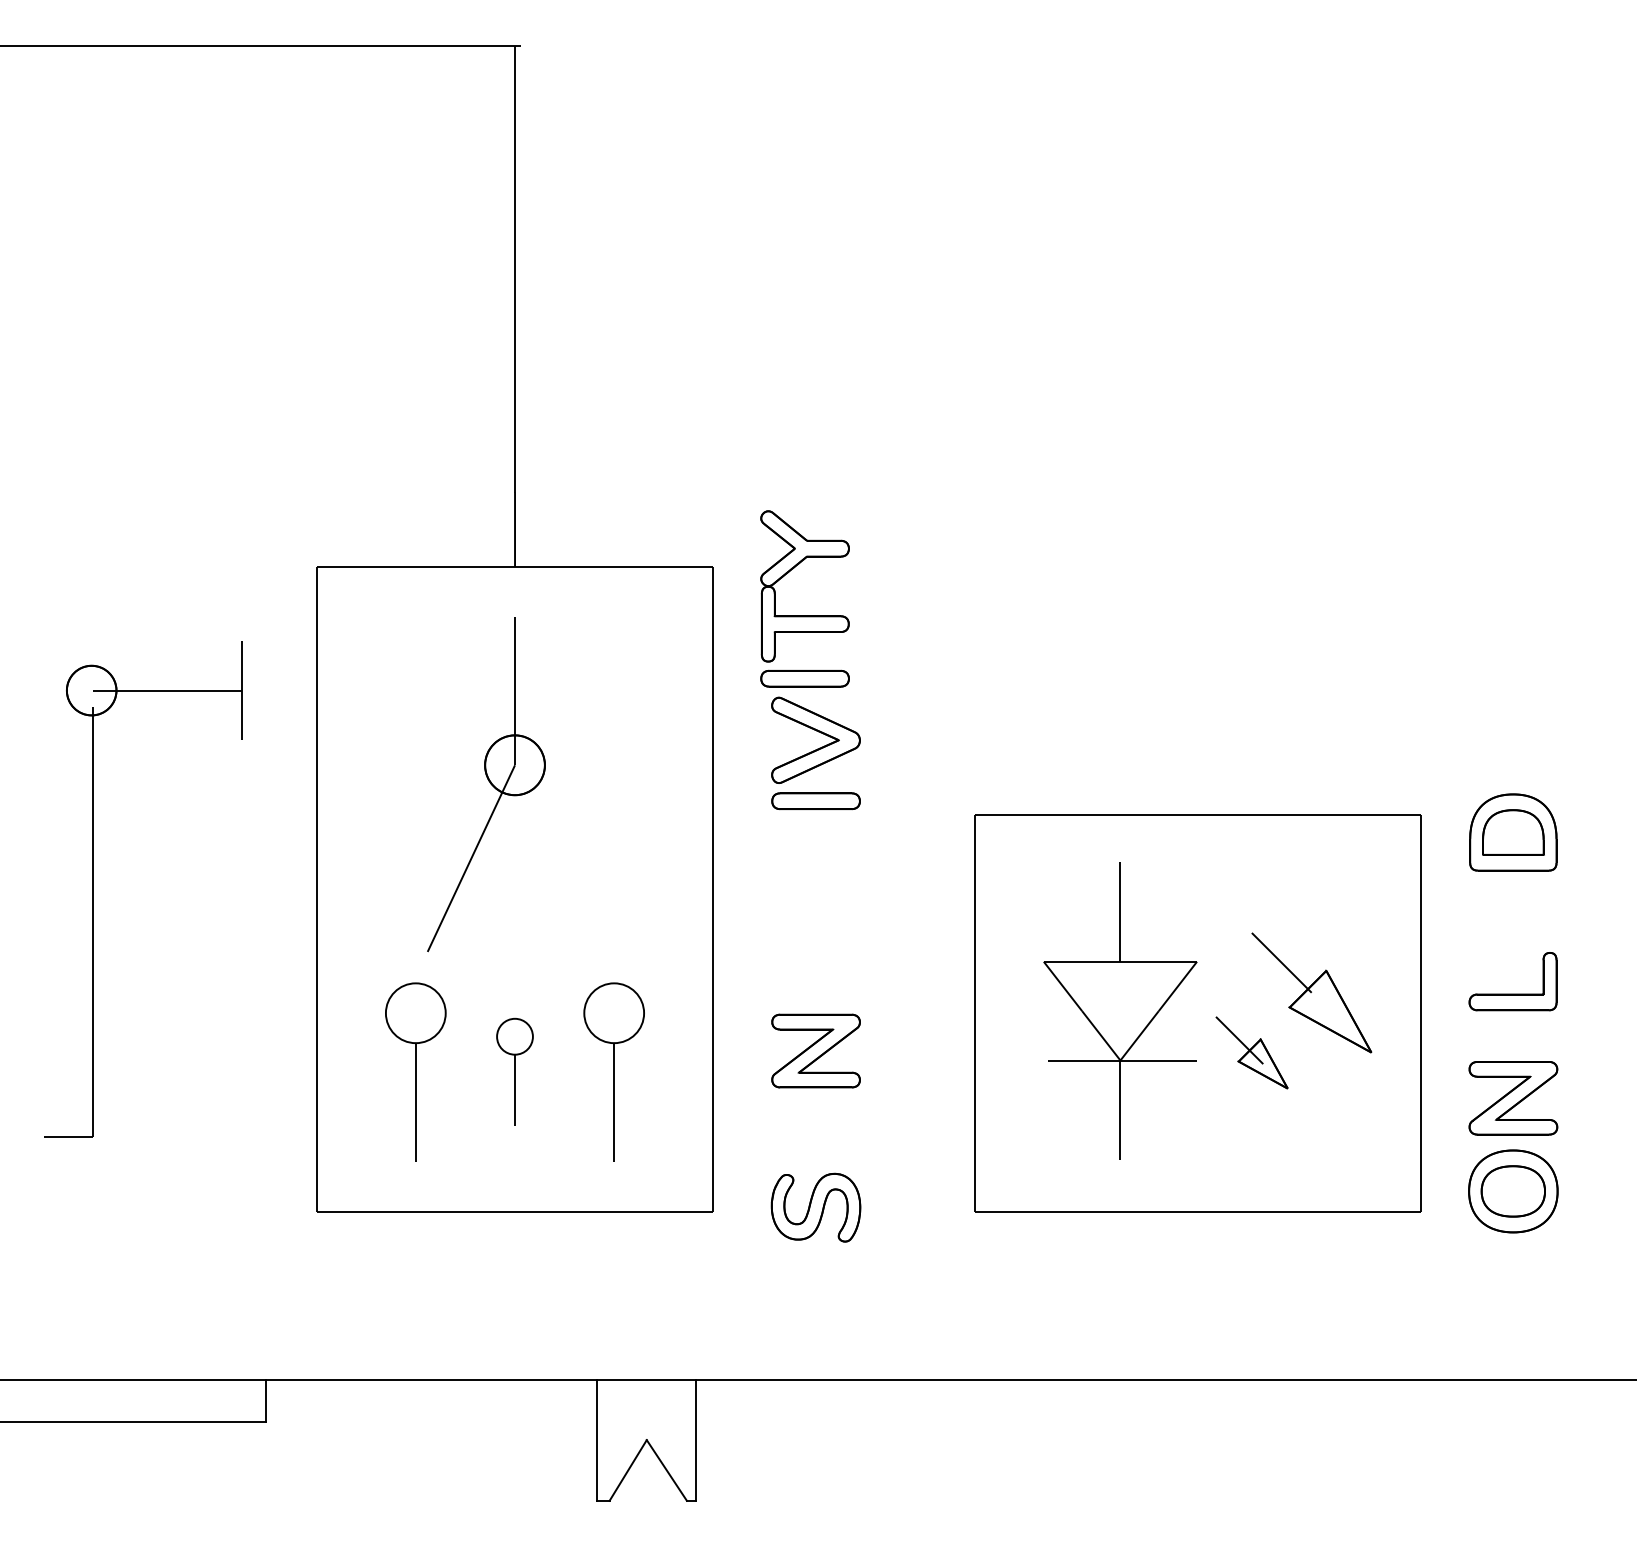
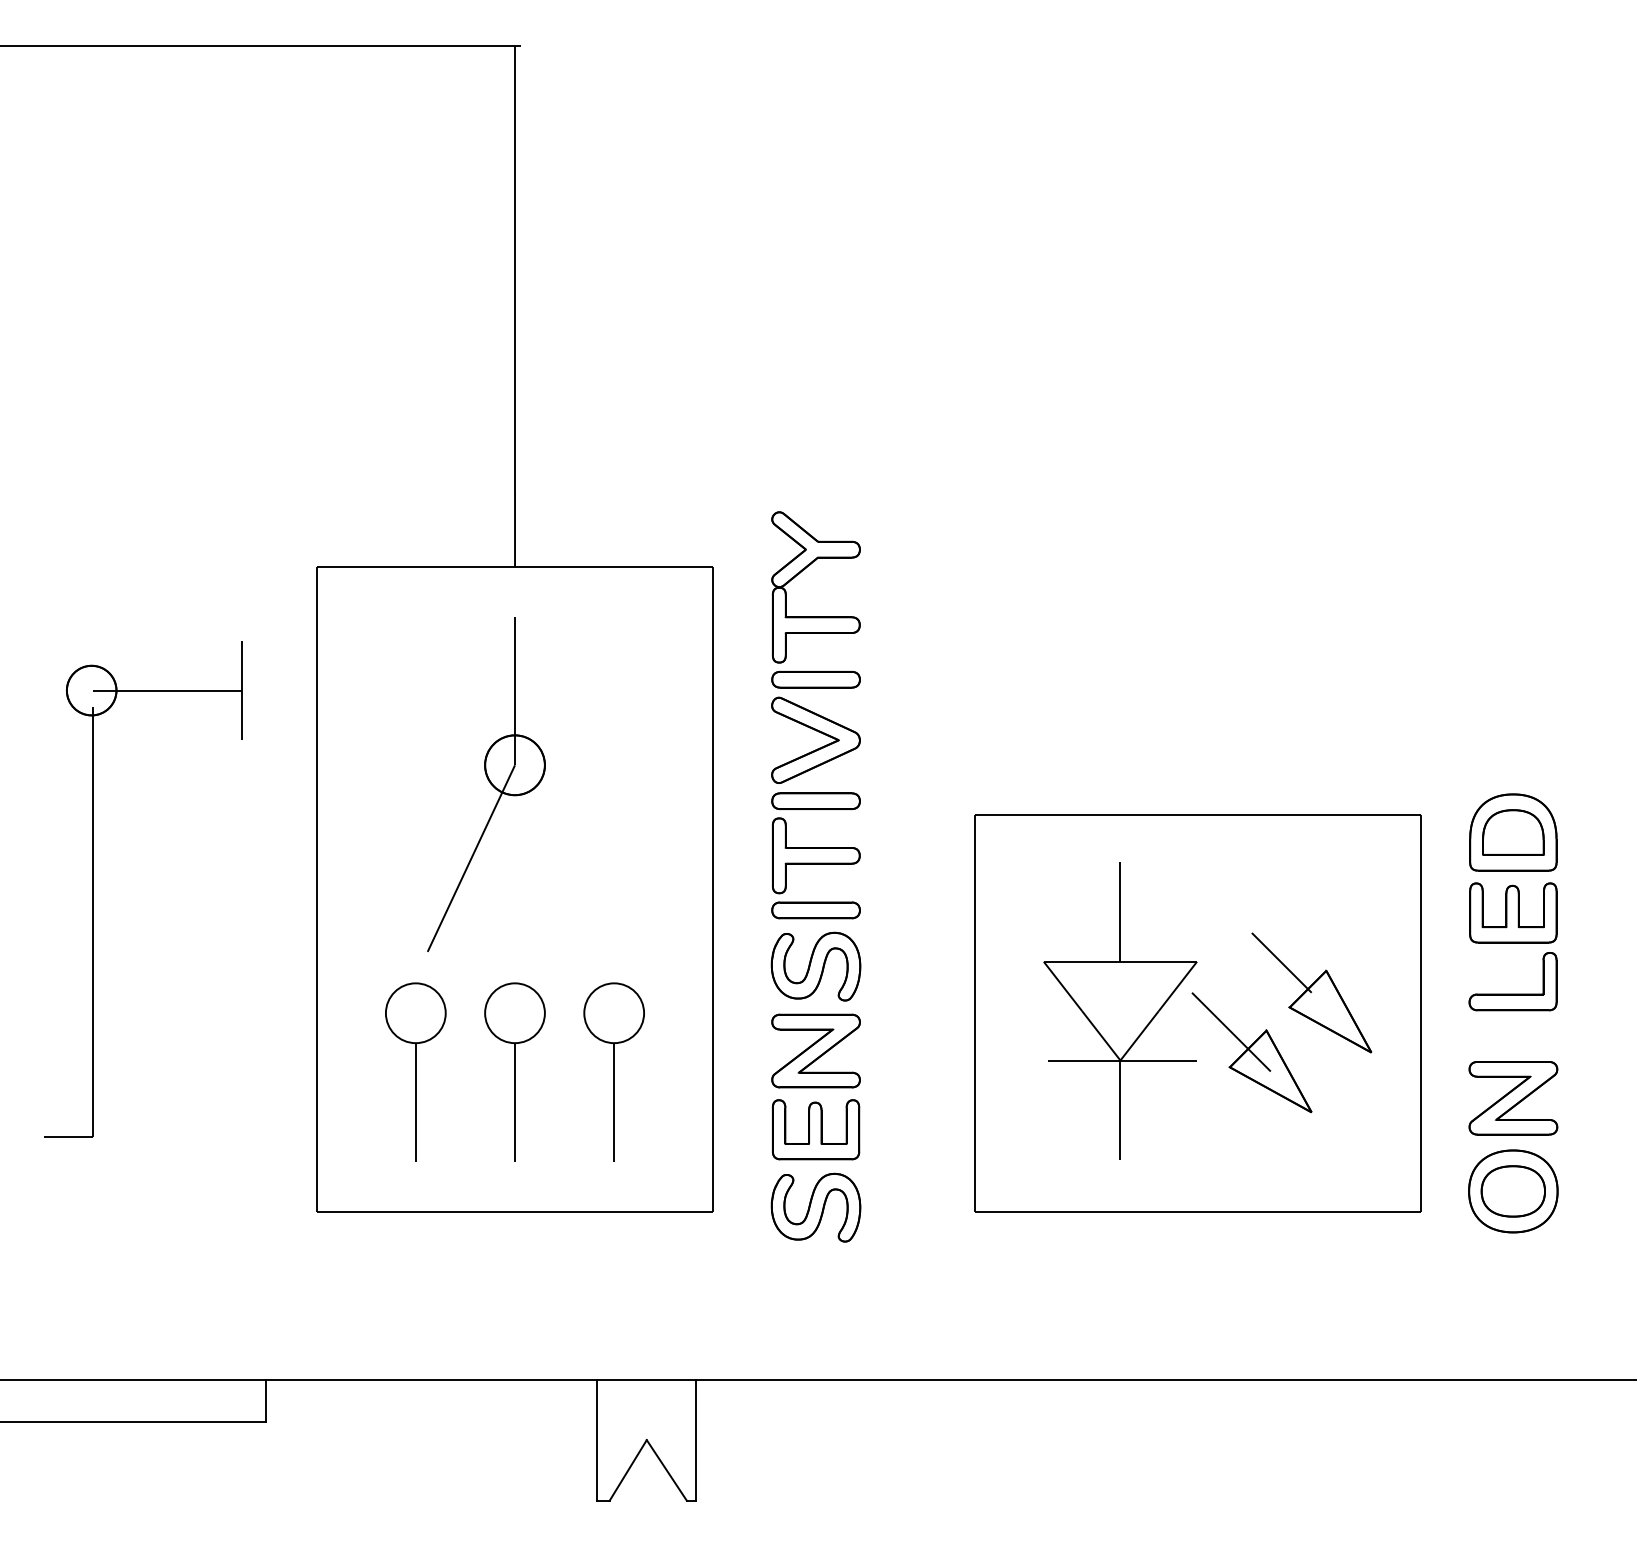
part at (804, 615) position: (804, 615) -> (815, 616)
part at (815, 868): none -> present
part at (1513, 912): none -> present
part at (815, 966): none -> present
part at (1251, 1052) size: 74x74 px -> 122x122 px
part at (514, 1071) size: 38x109 px -> 62x180 px
part at (815, 1129): none -> present
